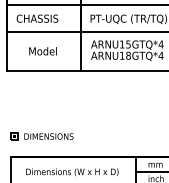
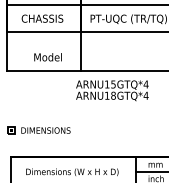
text at (37, 18) position: (37, 18) -> (42, 18)
text at (127, 50) position: (127, 50) -> (112, 90)
text at (42, 51) position: (42, 51) -> (47, 57)
part at (41, 136) position: (41, 136) -> (38, 130)
